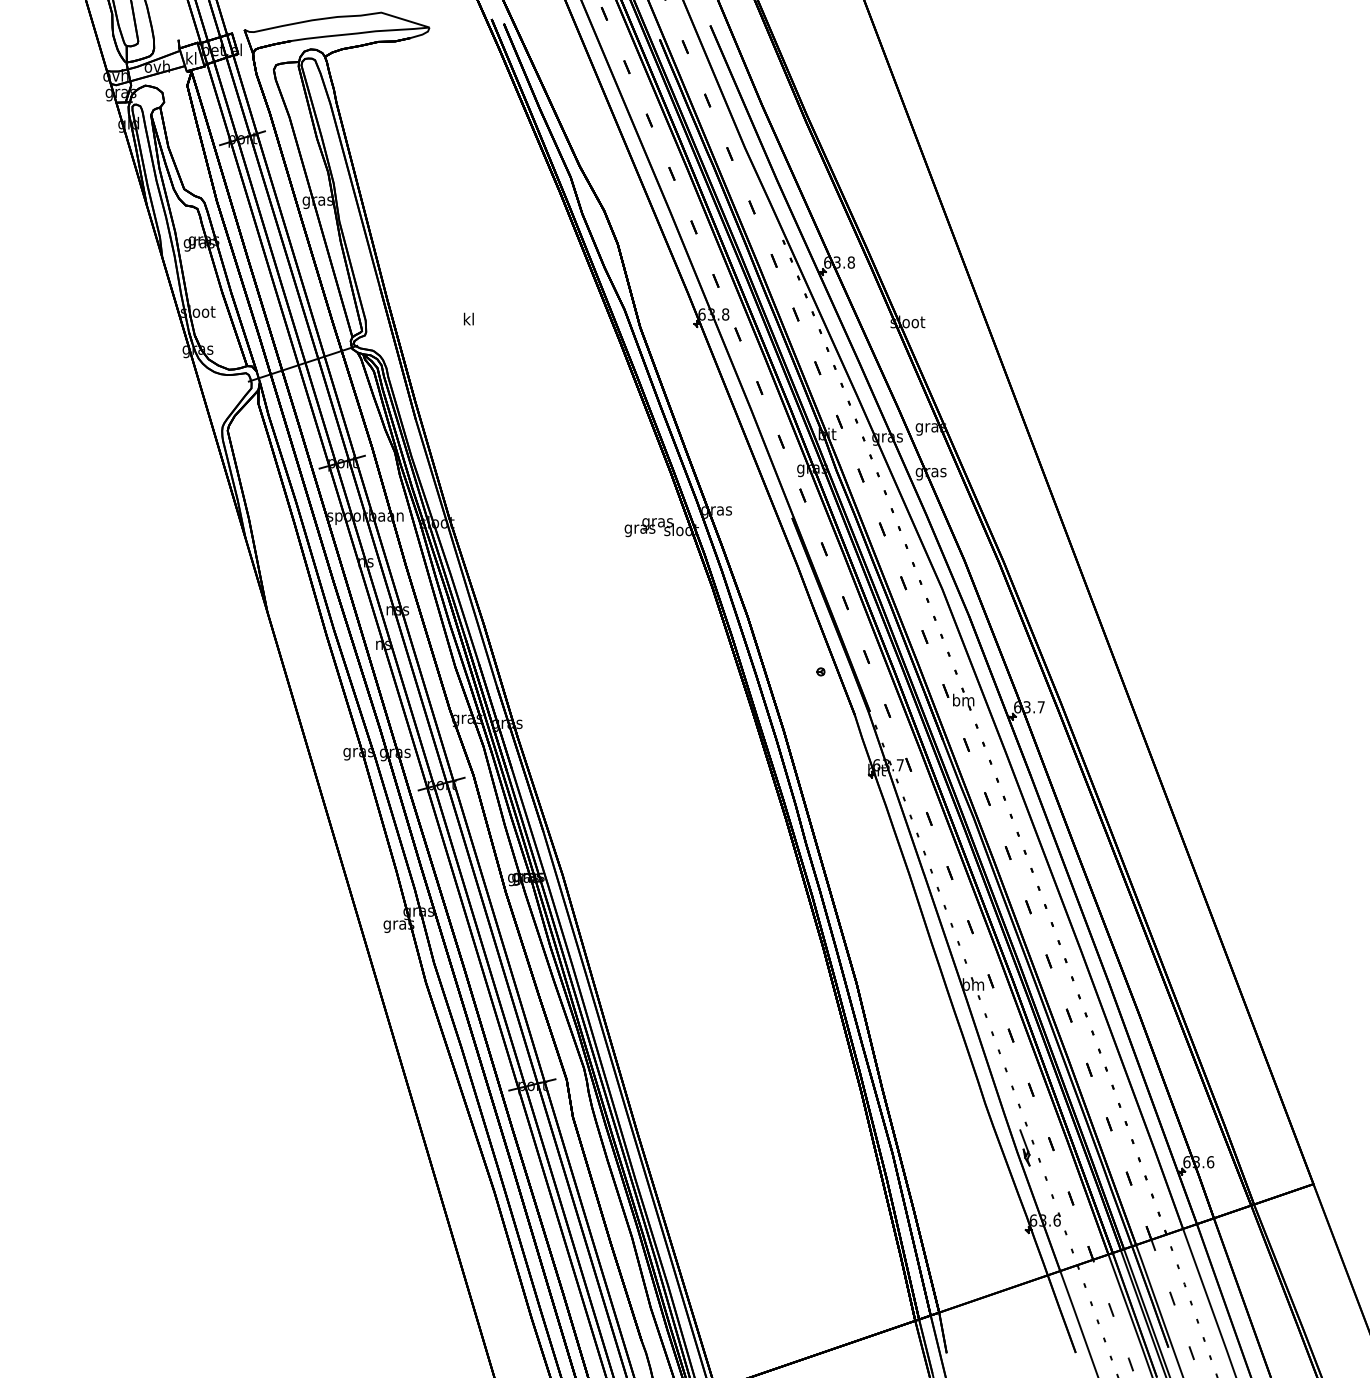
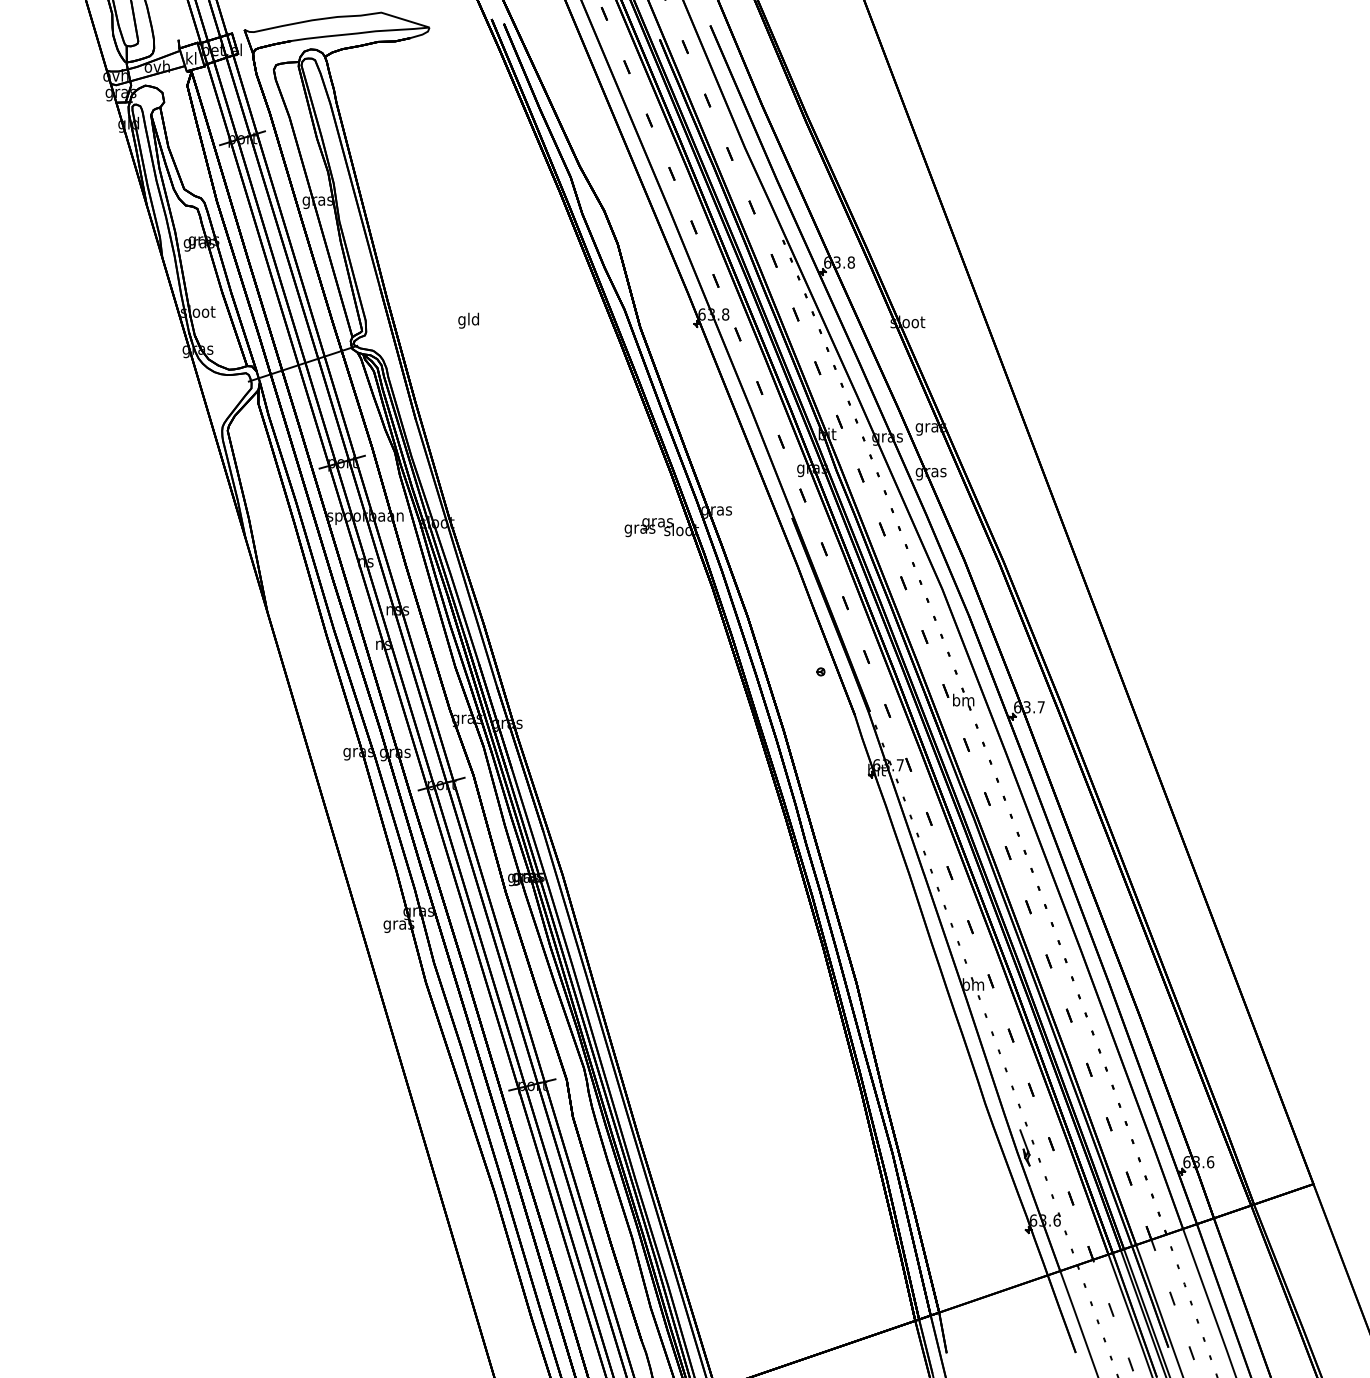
text at (468, 320): kl -> gld
